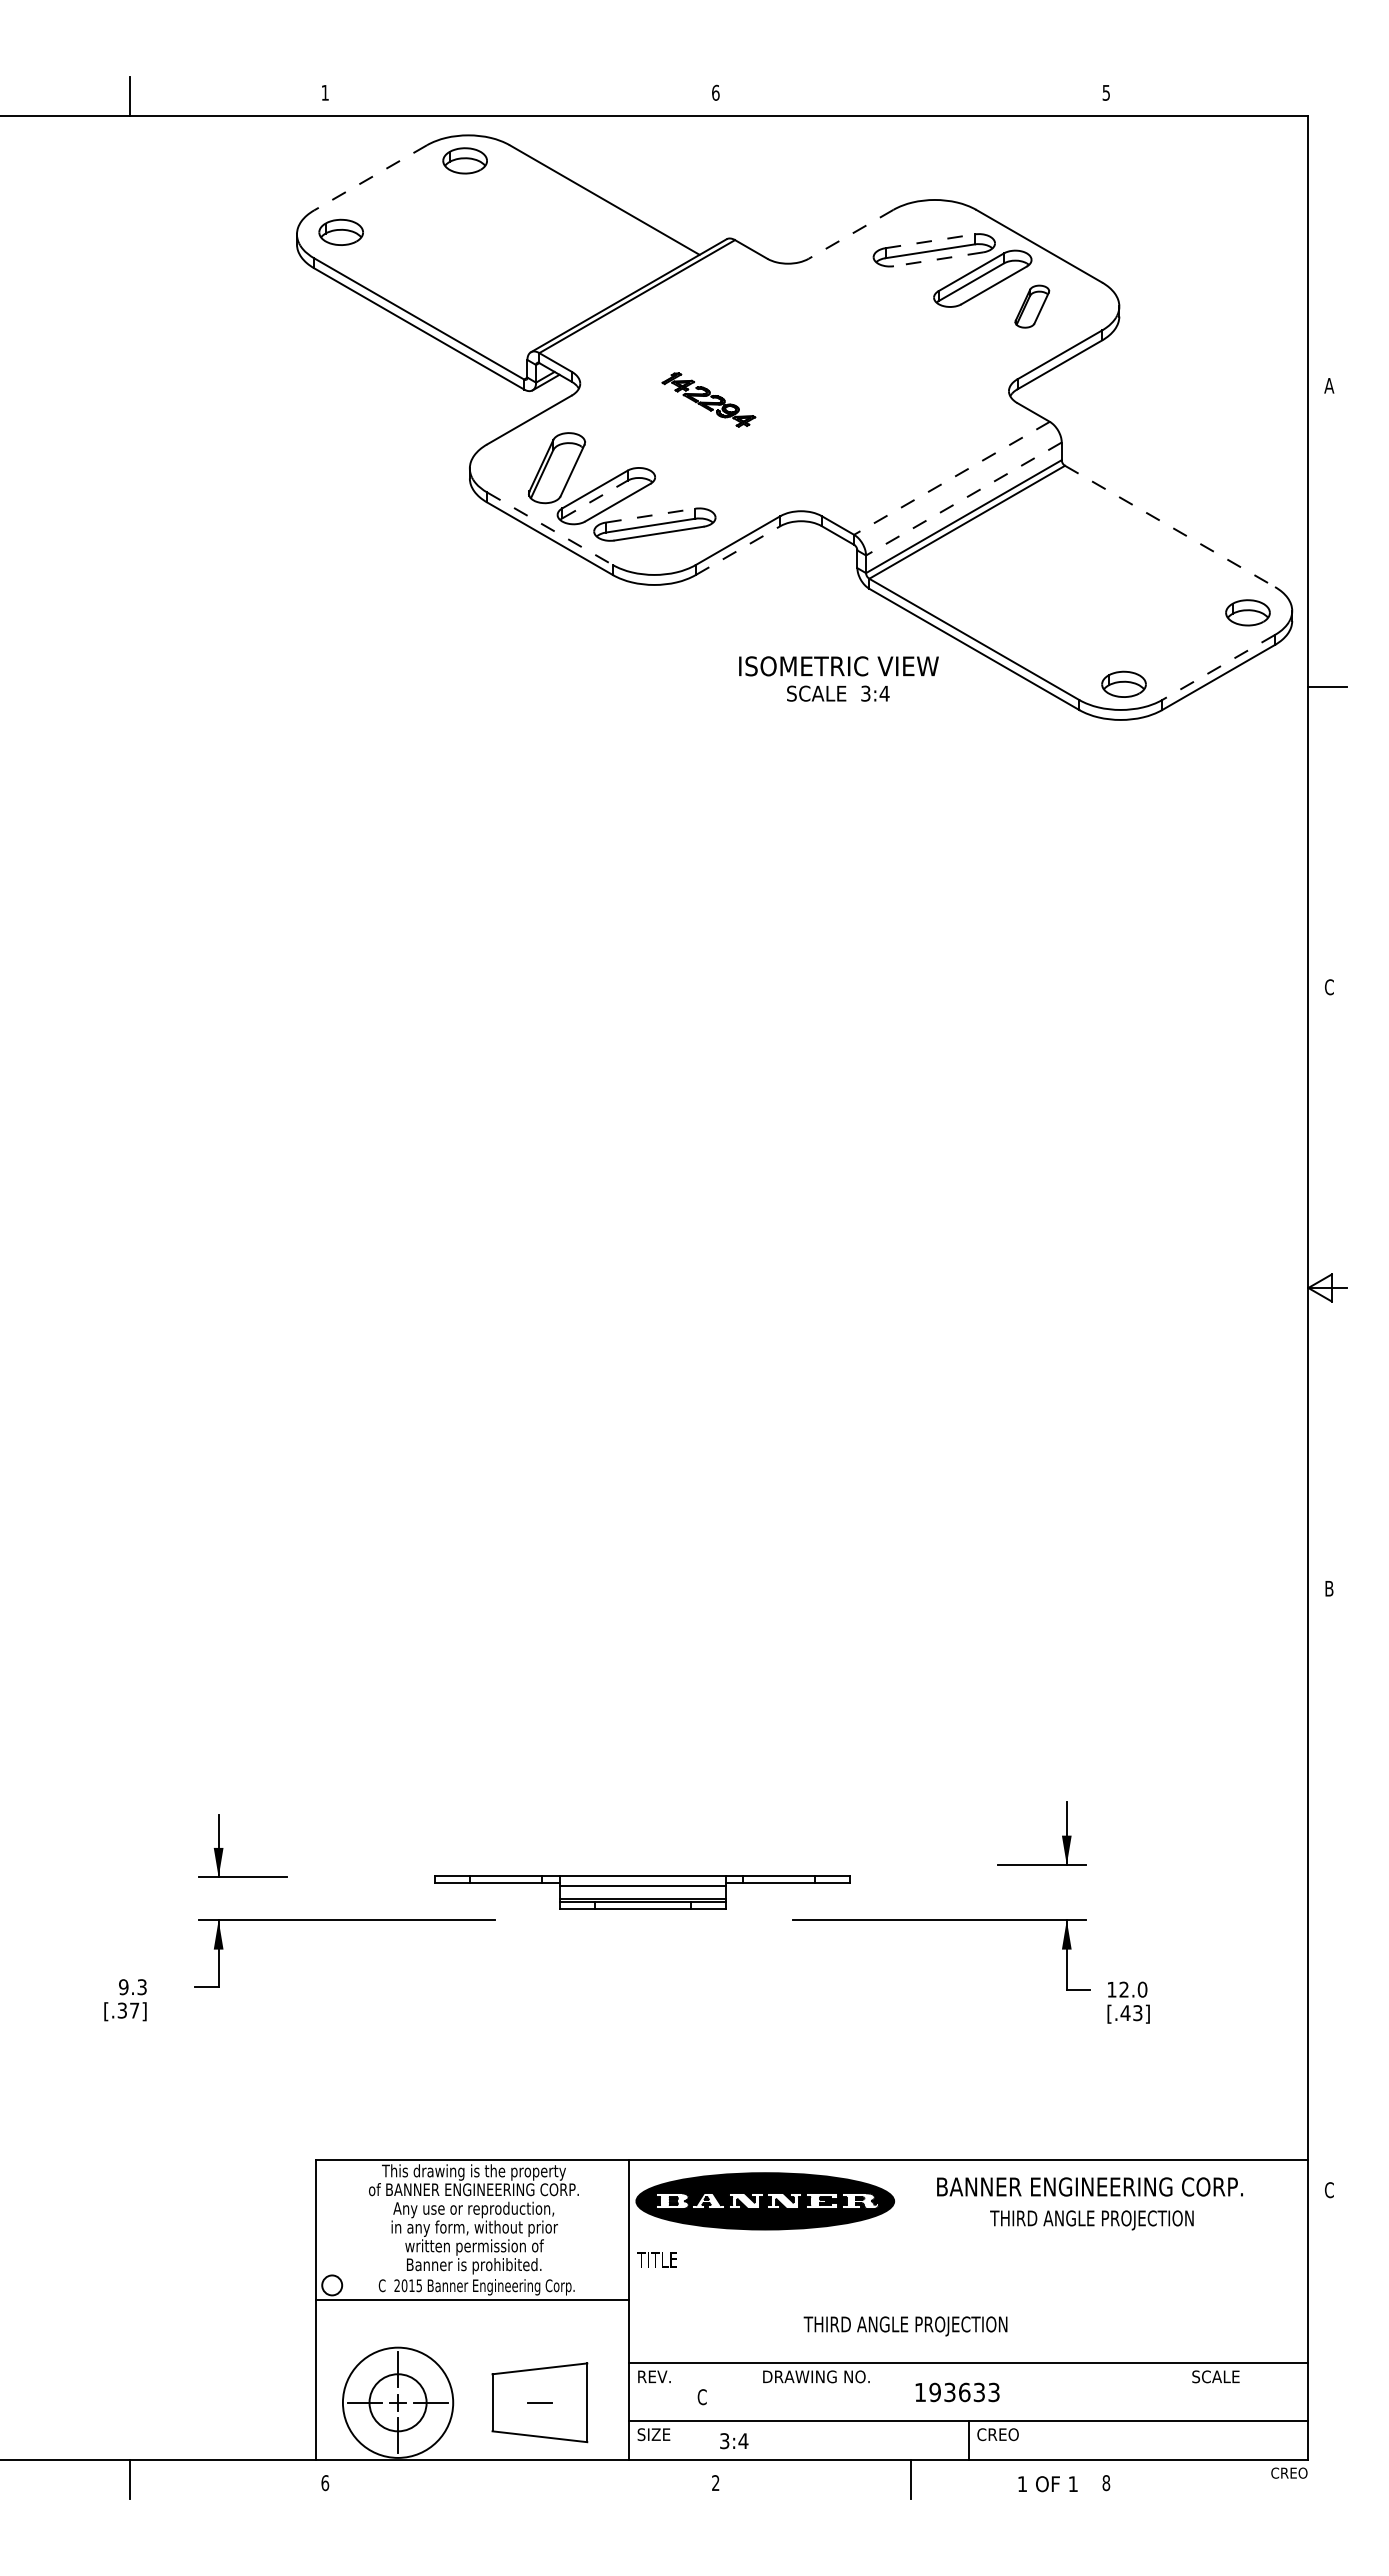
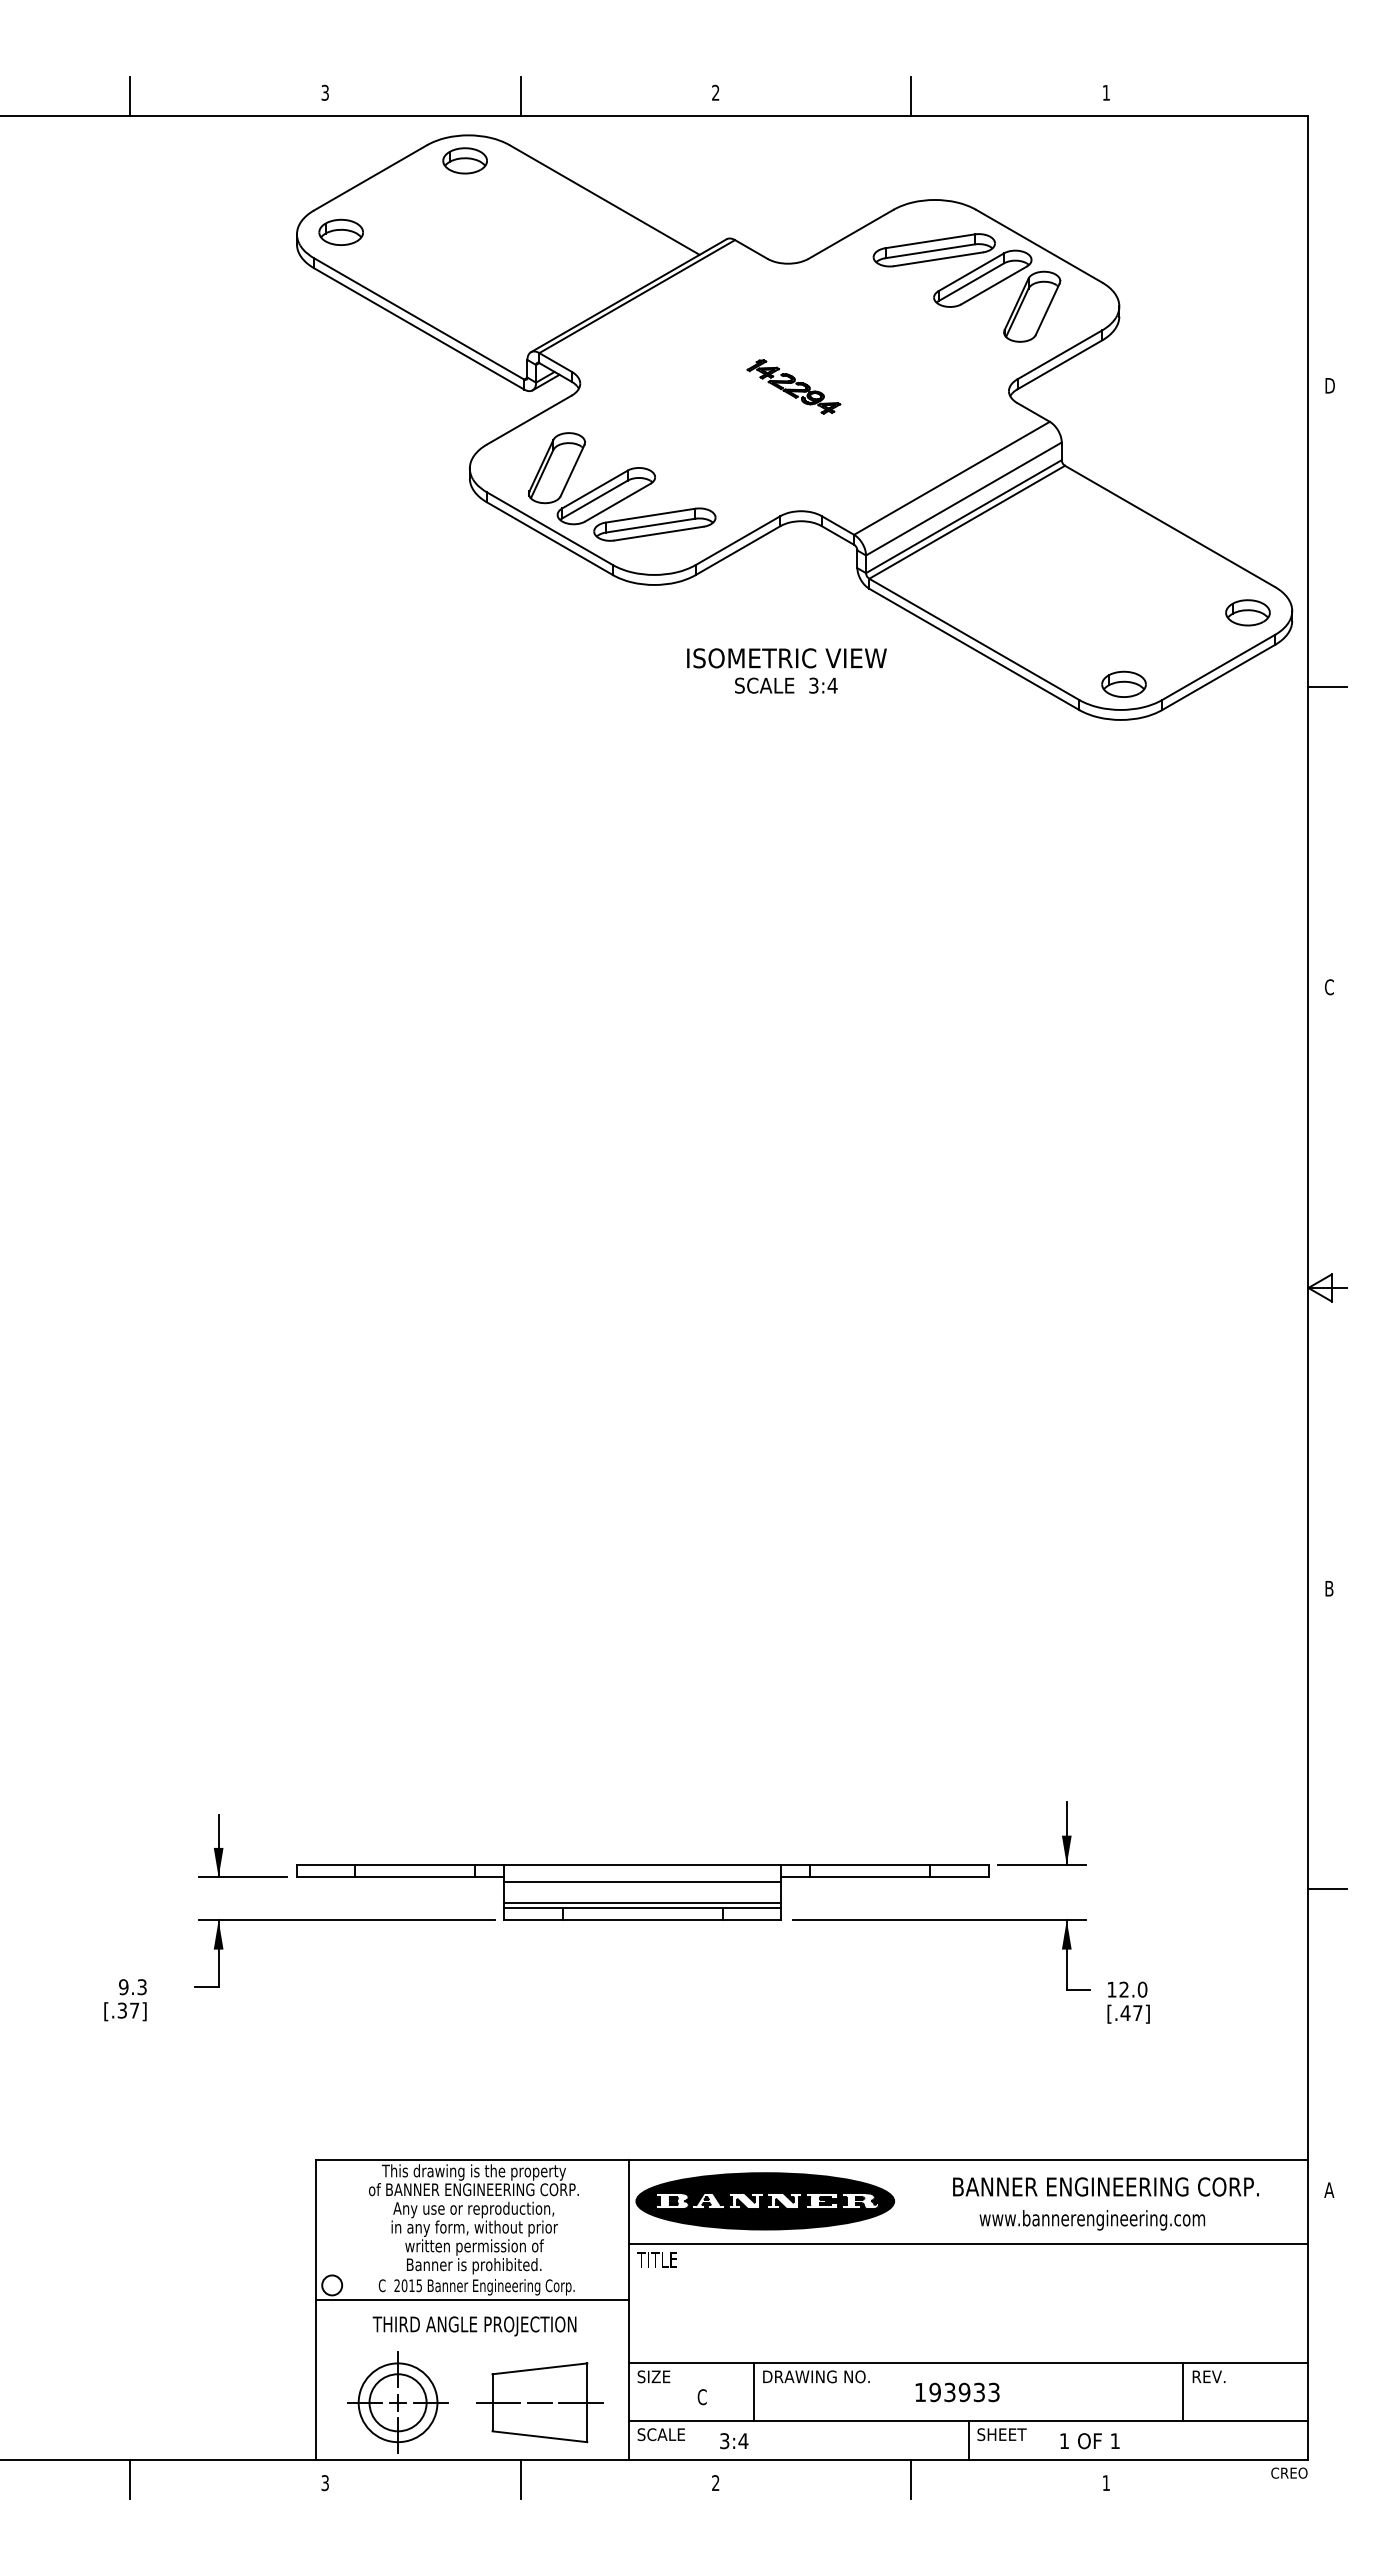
text at (324, 92): 1 -> 3
text at (715, 92): 6 -> 2
text at (1105, 92): 5 -> 1
line at (520, 96): none -> present
line at (911, 96): none -> present
line at (370, 178): dashed -> solid
line at (851, 234): dashed -> solid
line at (930, 241): dashed -> solid
line at (938, 259): dashed -> solid
part at (1032, 306) size: 37x45 px -> 59x73 px
text at (1329, 385): A -> D
part at (708, 399) position: (708, 399) -> (793, 386)
line at (951, 478): dashed -> solid
line at (594, 499): dashed -> solid
line at (963, 499): dashed -> solid
line at (651, 515): dashed -> solid
line at (1170, 526): dashed -> solid
line at (549, 528): dashed -> solid
line at (738, 550): dashed -> solid
line at (1218, 667): dashed -> solid
text at (838, 678) position: (838, 678) -> (786, 670)
line at (1327, 1889): none -> present
part at (642, 1892) size: 417x35 px -> 694x57 px
text at (1137, 2013): [.43] -> [.47]
text at (1089, 2186) position: (1089, 2186) -> (1105, 2186)
text at (1329, 2190): C -> A
text at (1092, 2220): THIRD ANGLE PROJECTION -> www.bannerengineering.com
line at (968, 2244): none -> present
text at (905, 2326) position: (905, 2326) -> (474, 2326)
text at (653, 2376): REV. -> SIZE
text at (1215, 2376): SCALE -> REV.
line at (753, 2391): none -> present
line at (1183, 2391): none -> present
text at (964, 2392): 193633 -> 193933
circle at (397, 2402) diameter: 110 px -> 79 px
line at (498, 2402): none -> present
line at (580, 2402): none -> present
text at (666, 2434): SIZE -> SCALE
text at (1001, 2434): CREO -> SHEET
line at (520, 2478): none -> present
text at (325, 2483): 6 -> 3
text at (1106, 2483): 8 -> 1
text at (1047, 2484) position: (1047, 2484) -> (1089, 2441)
